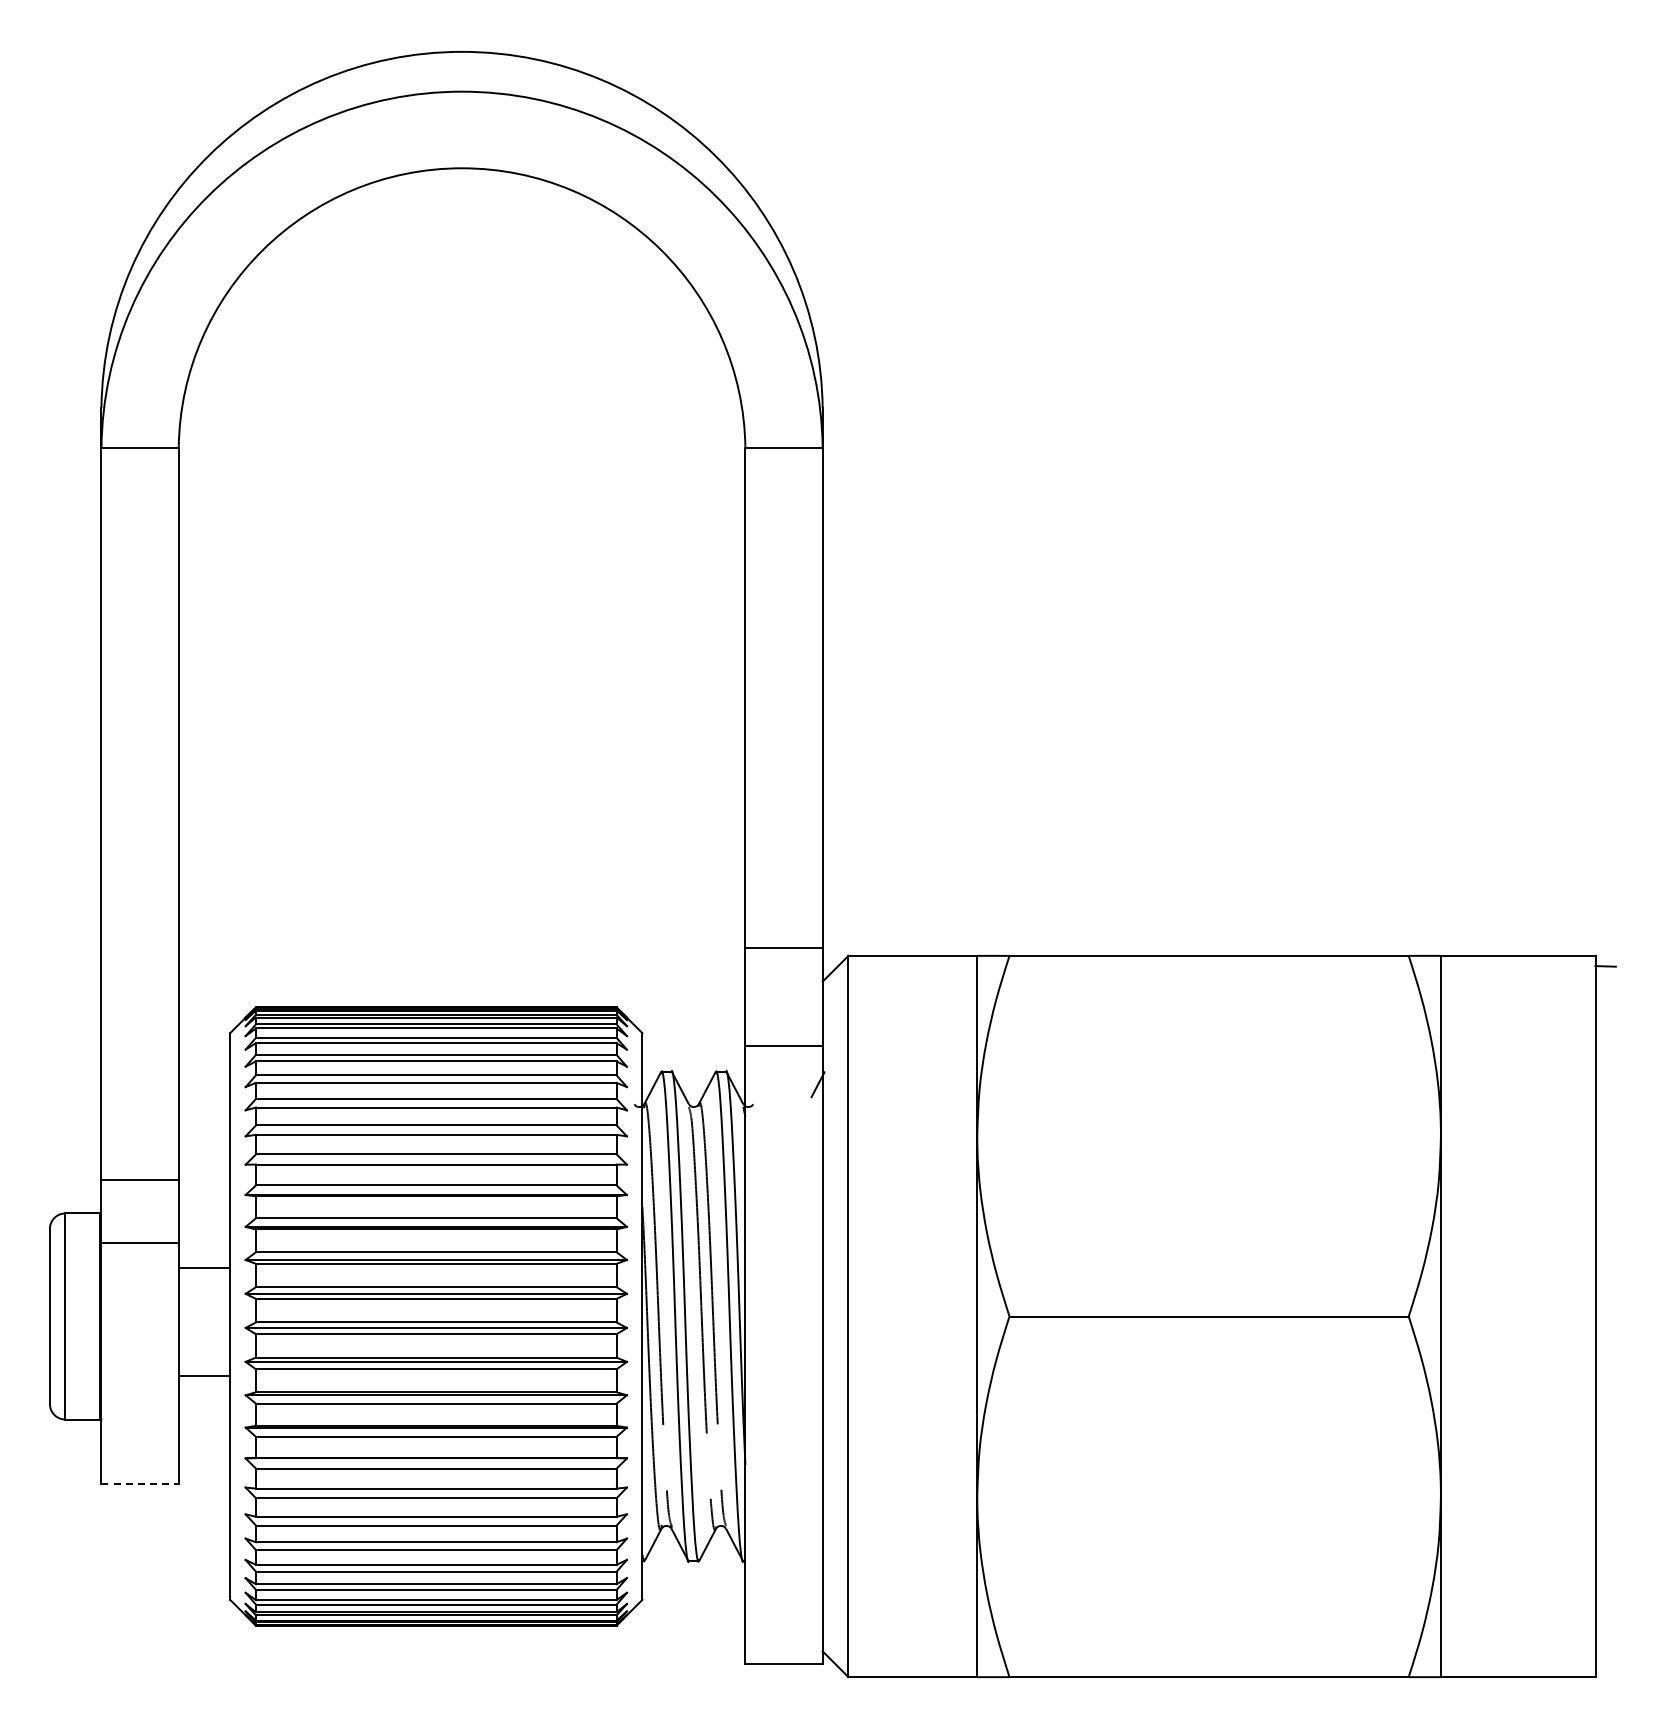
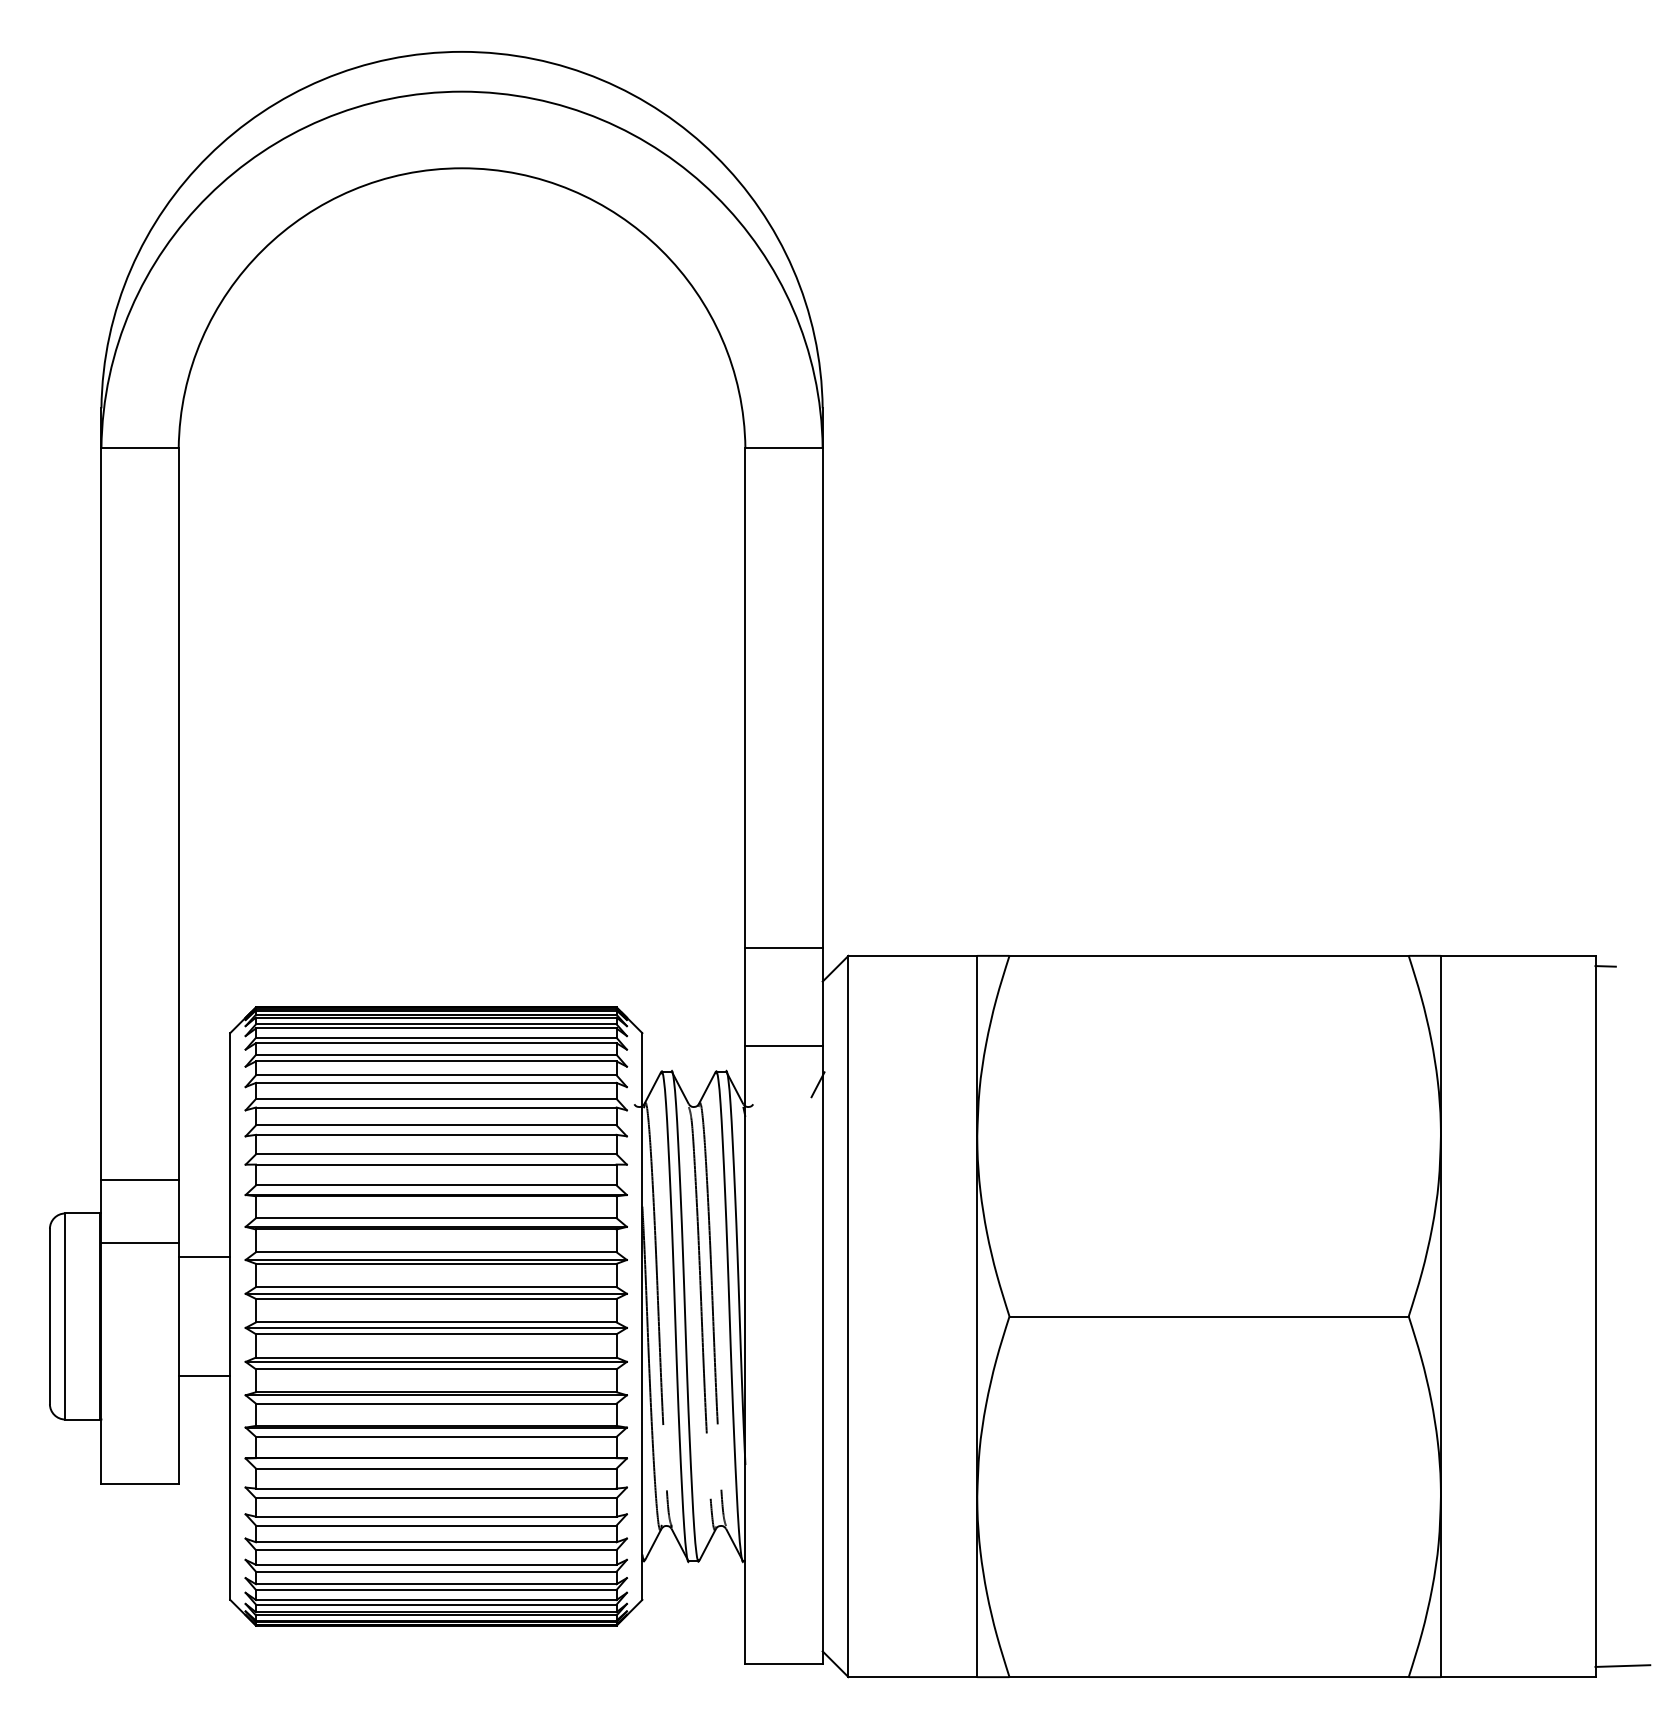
line at (204, 1268) position: (204, 1268) -> (204, 1257)
line at (140, 1483): dashed -> solid
line at (1622, 1665): none -> present
